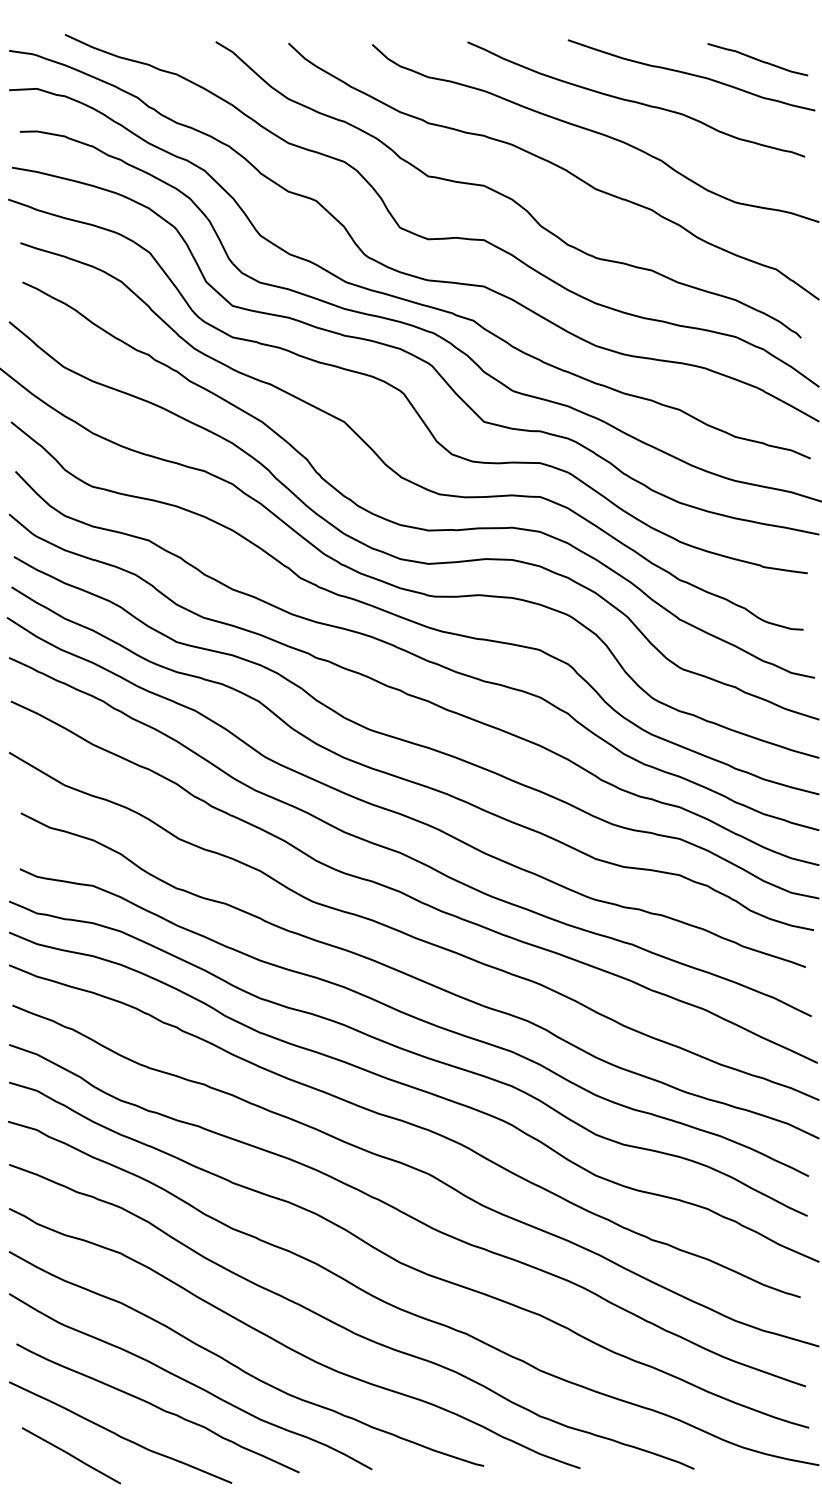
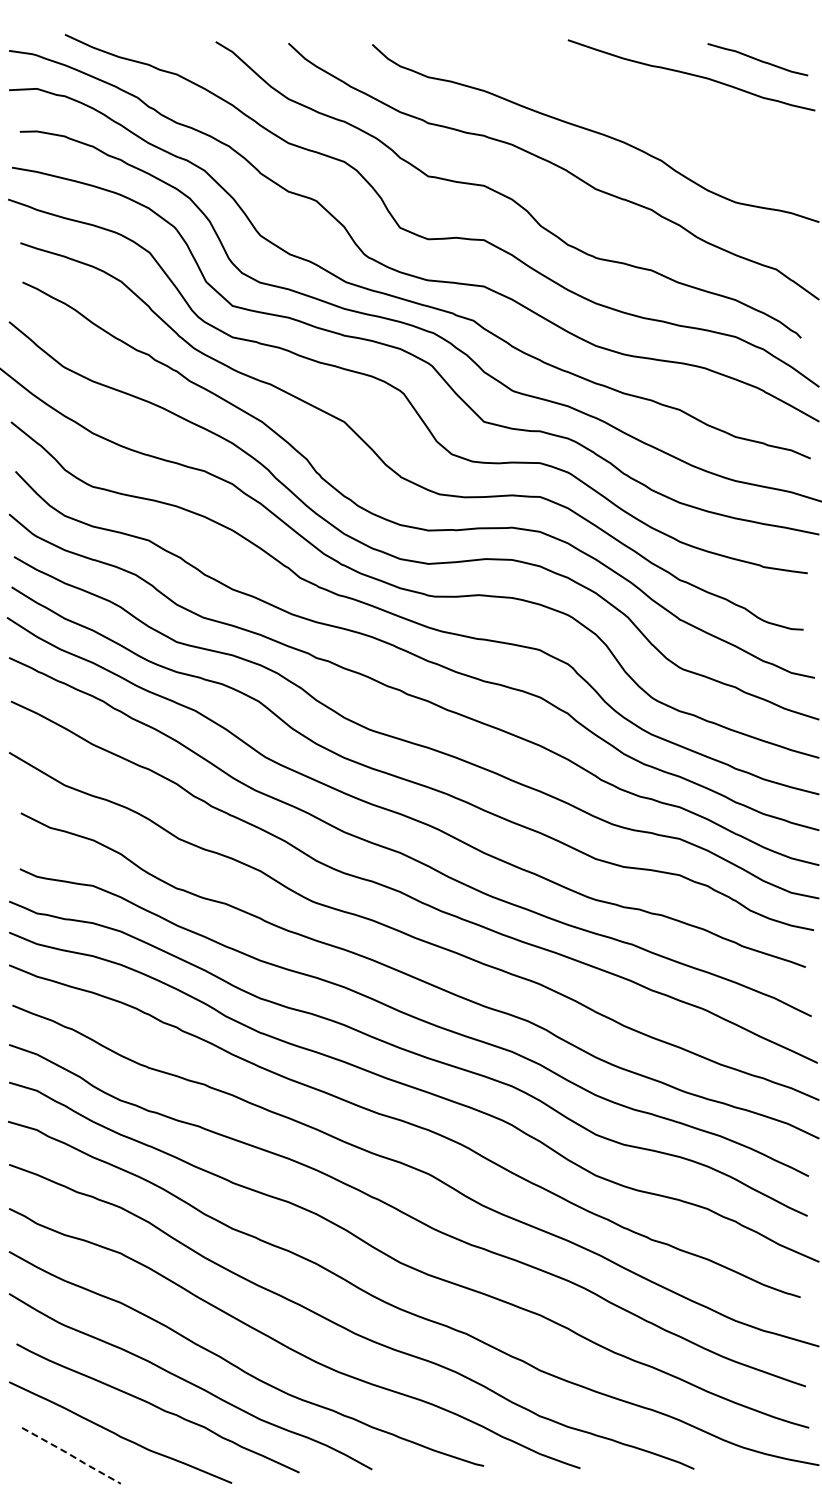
curve at (636, 101): present -> none
line at (71, 1455): solid -> dashed
